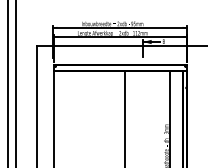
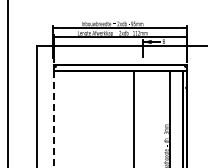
line at (16, 83): present -> none
line at (124, 117) position: (124, 117) -> (133, 117)
line at (54, 118): solid -> dashed
